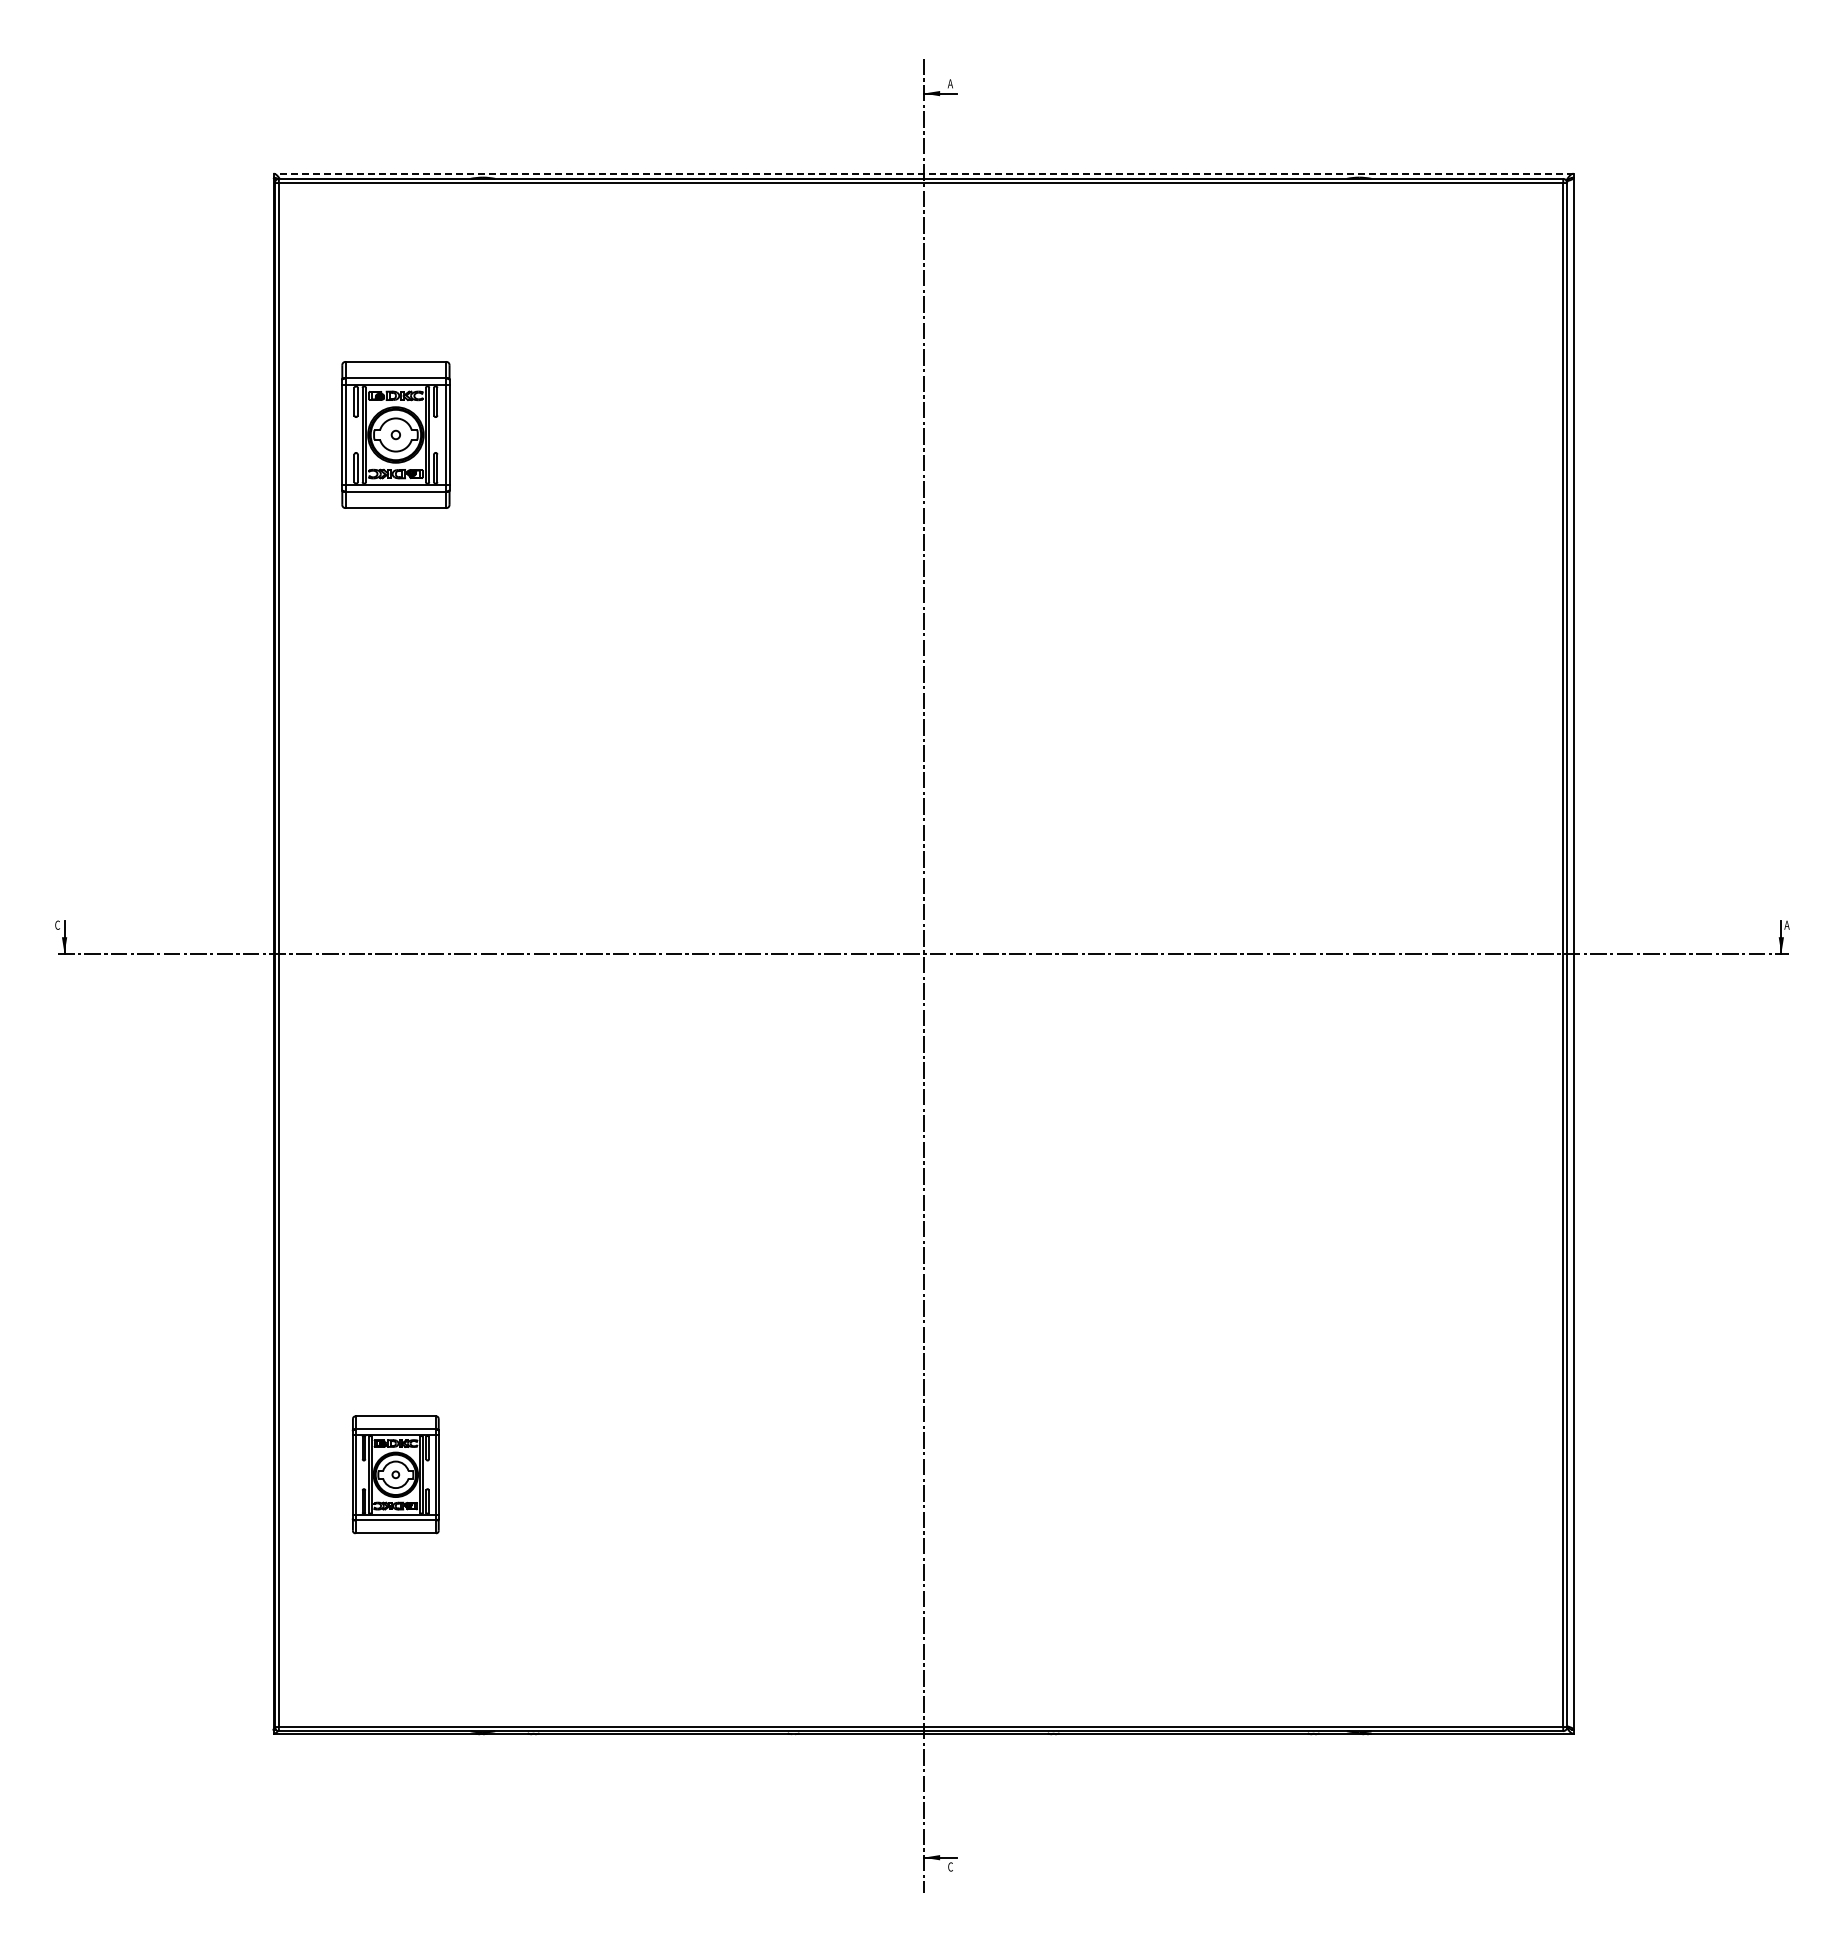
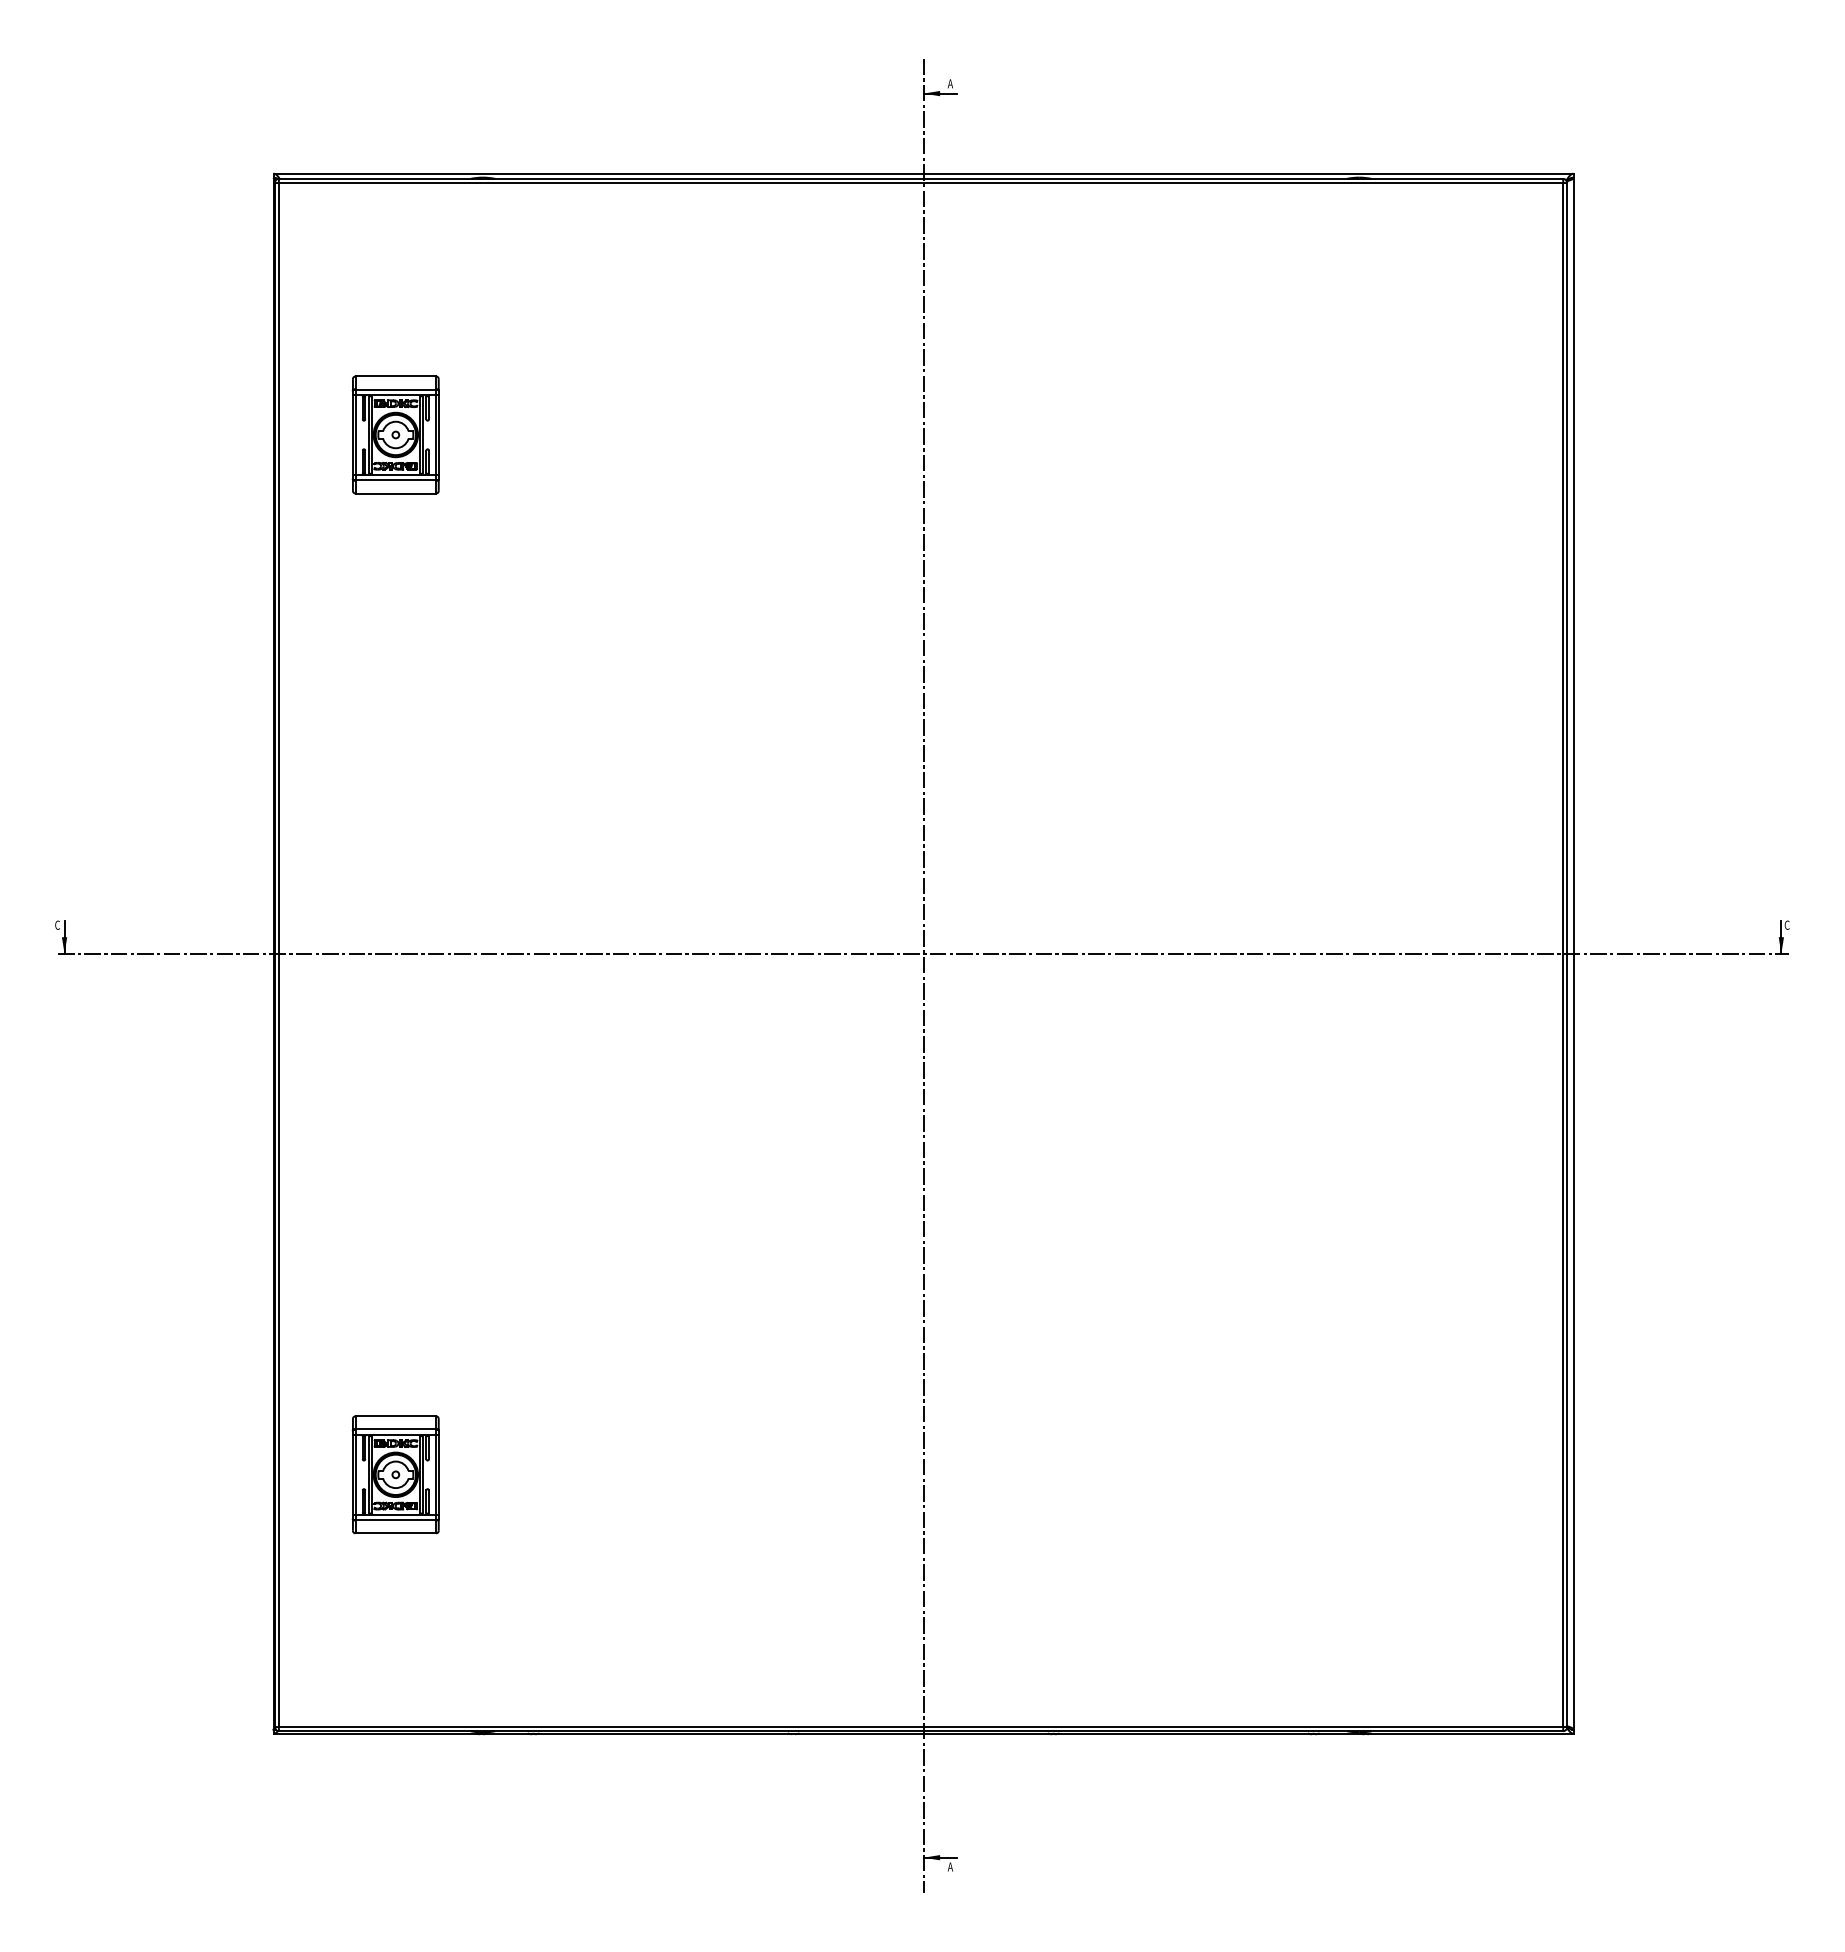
line at (923, 173): dashed -> solid
part at (395, 434) size: 110x148 px -> 89x120 px
text at (1786, 924): A -> С
text at (950, 1866): С -> A
